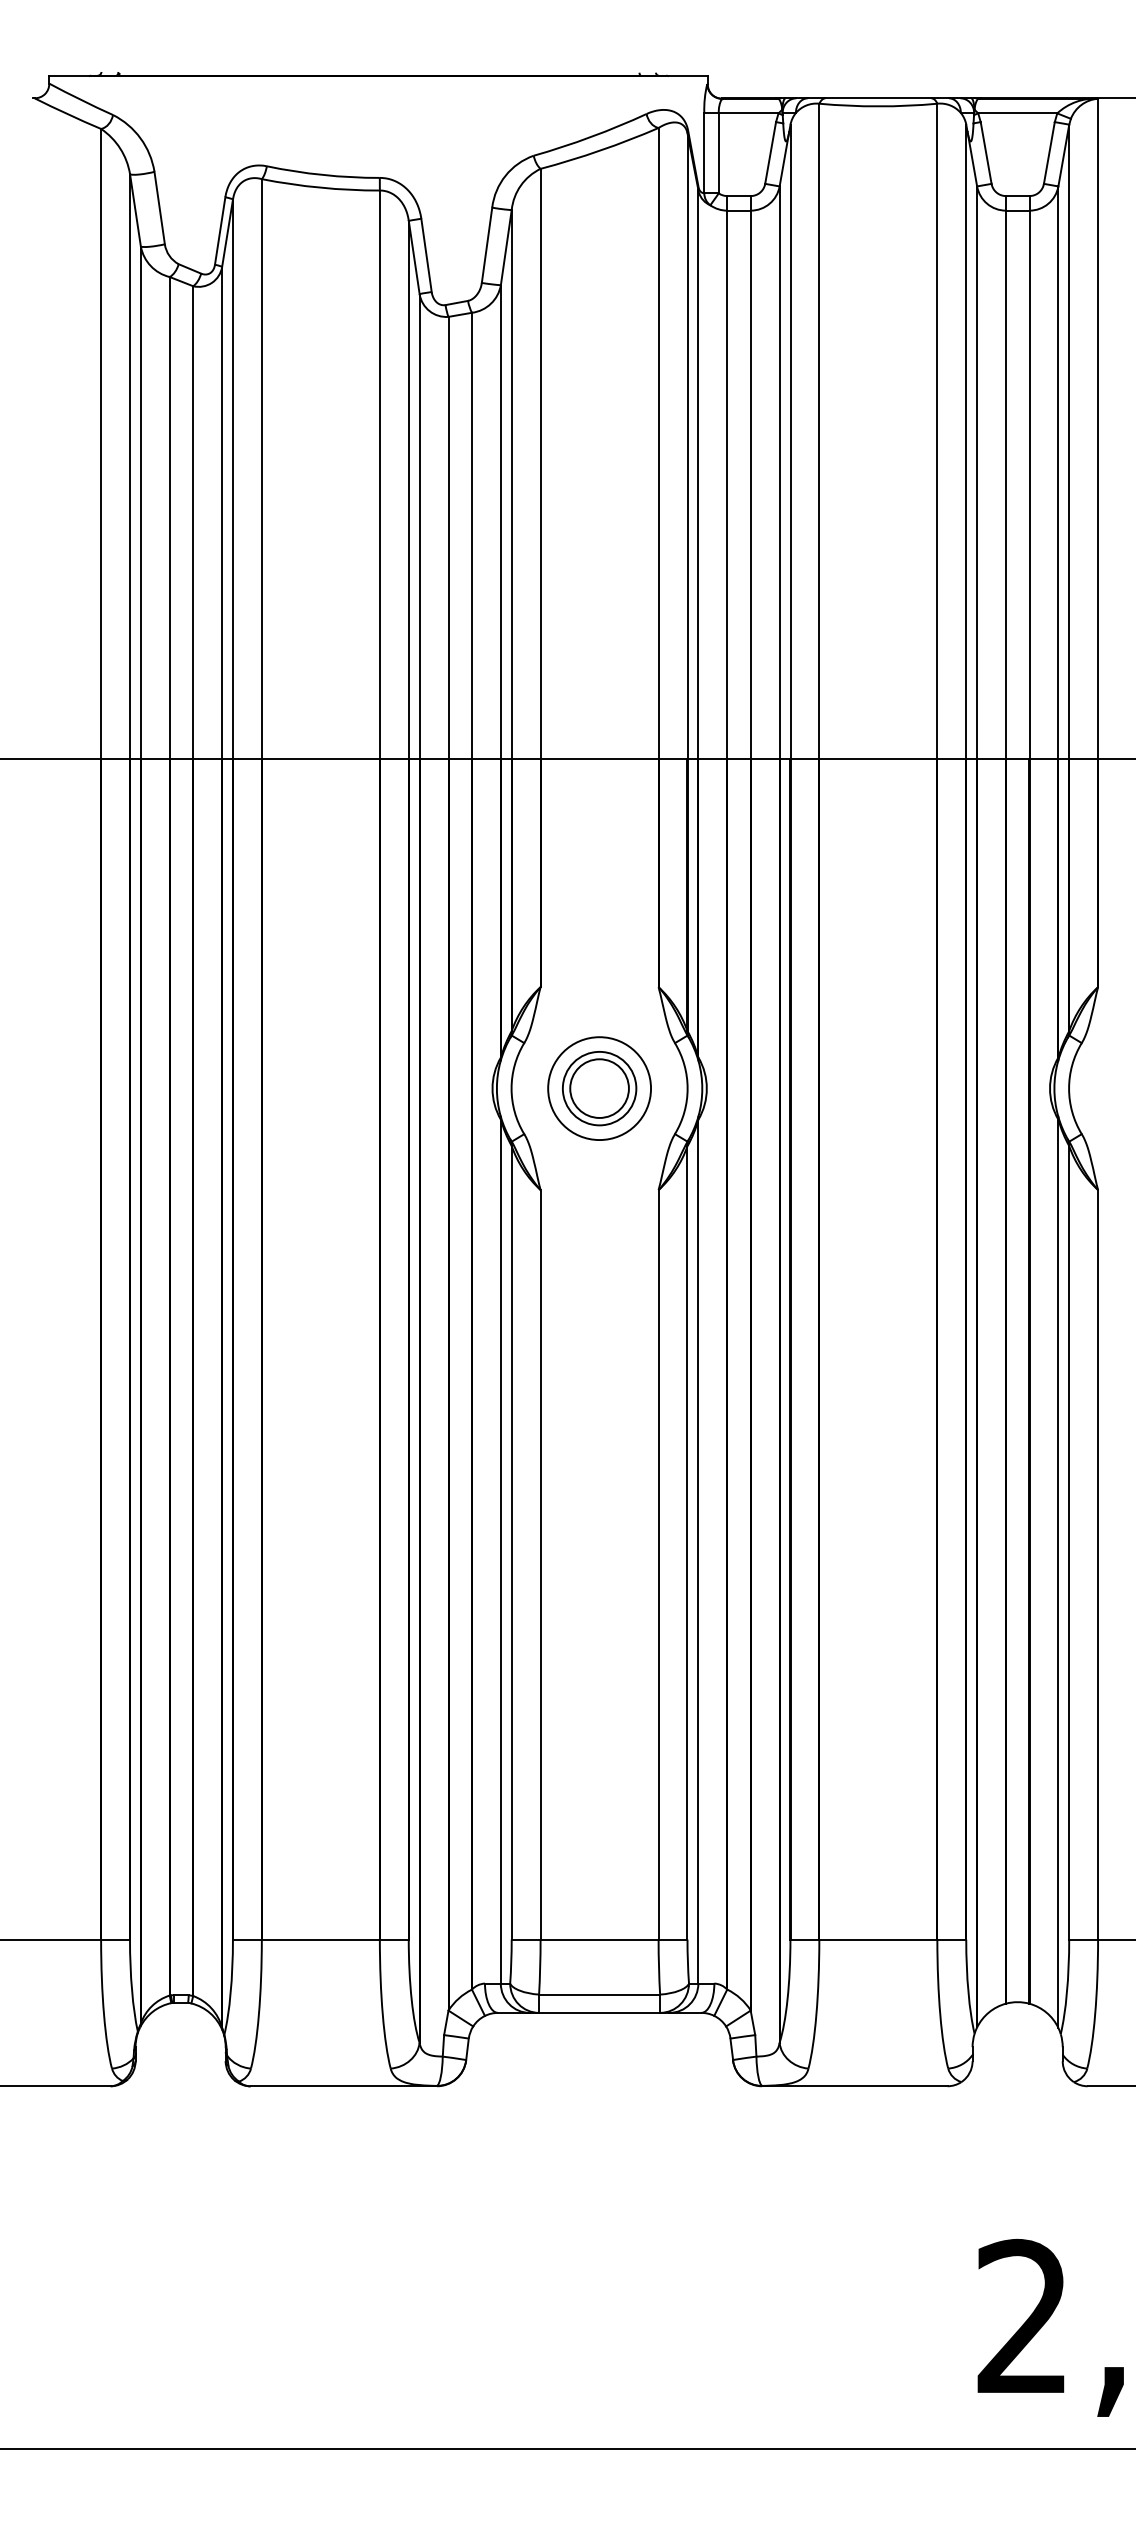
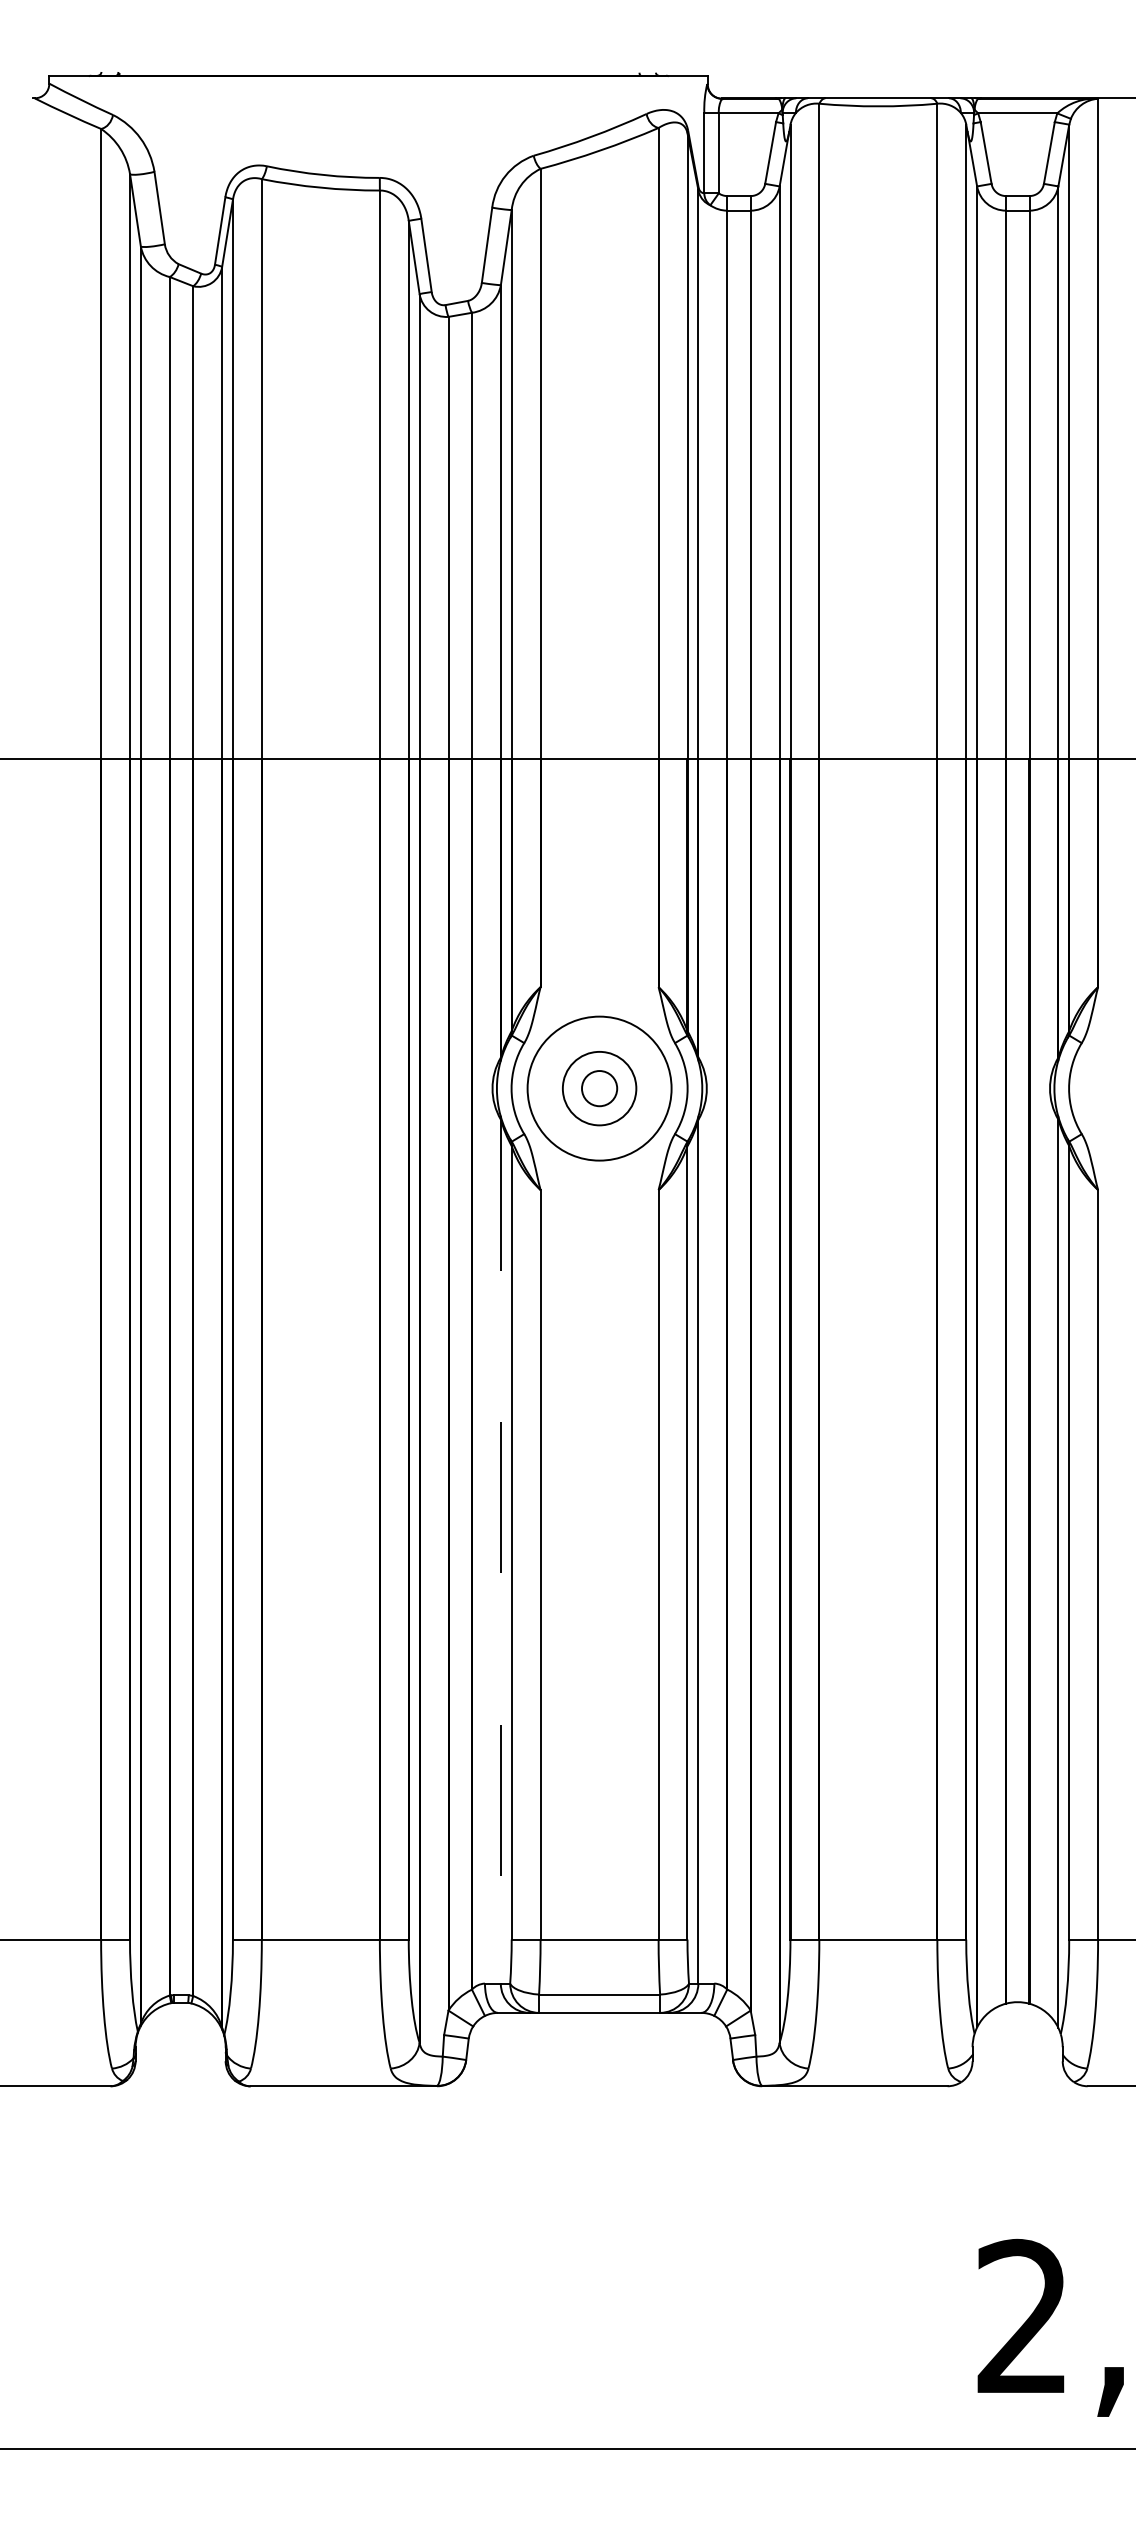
circle at (599, 1088) diameter: 103 px -> 144 px
circle at (599, 1088) diameter: 59 px -> 35 px
line at (500, 1551): solid -> dashed
